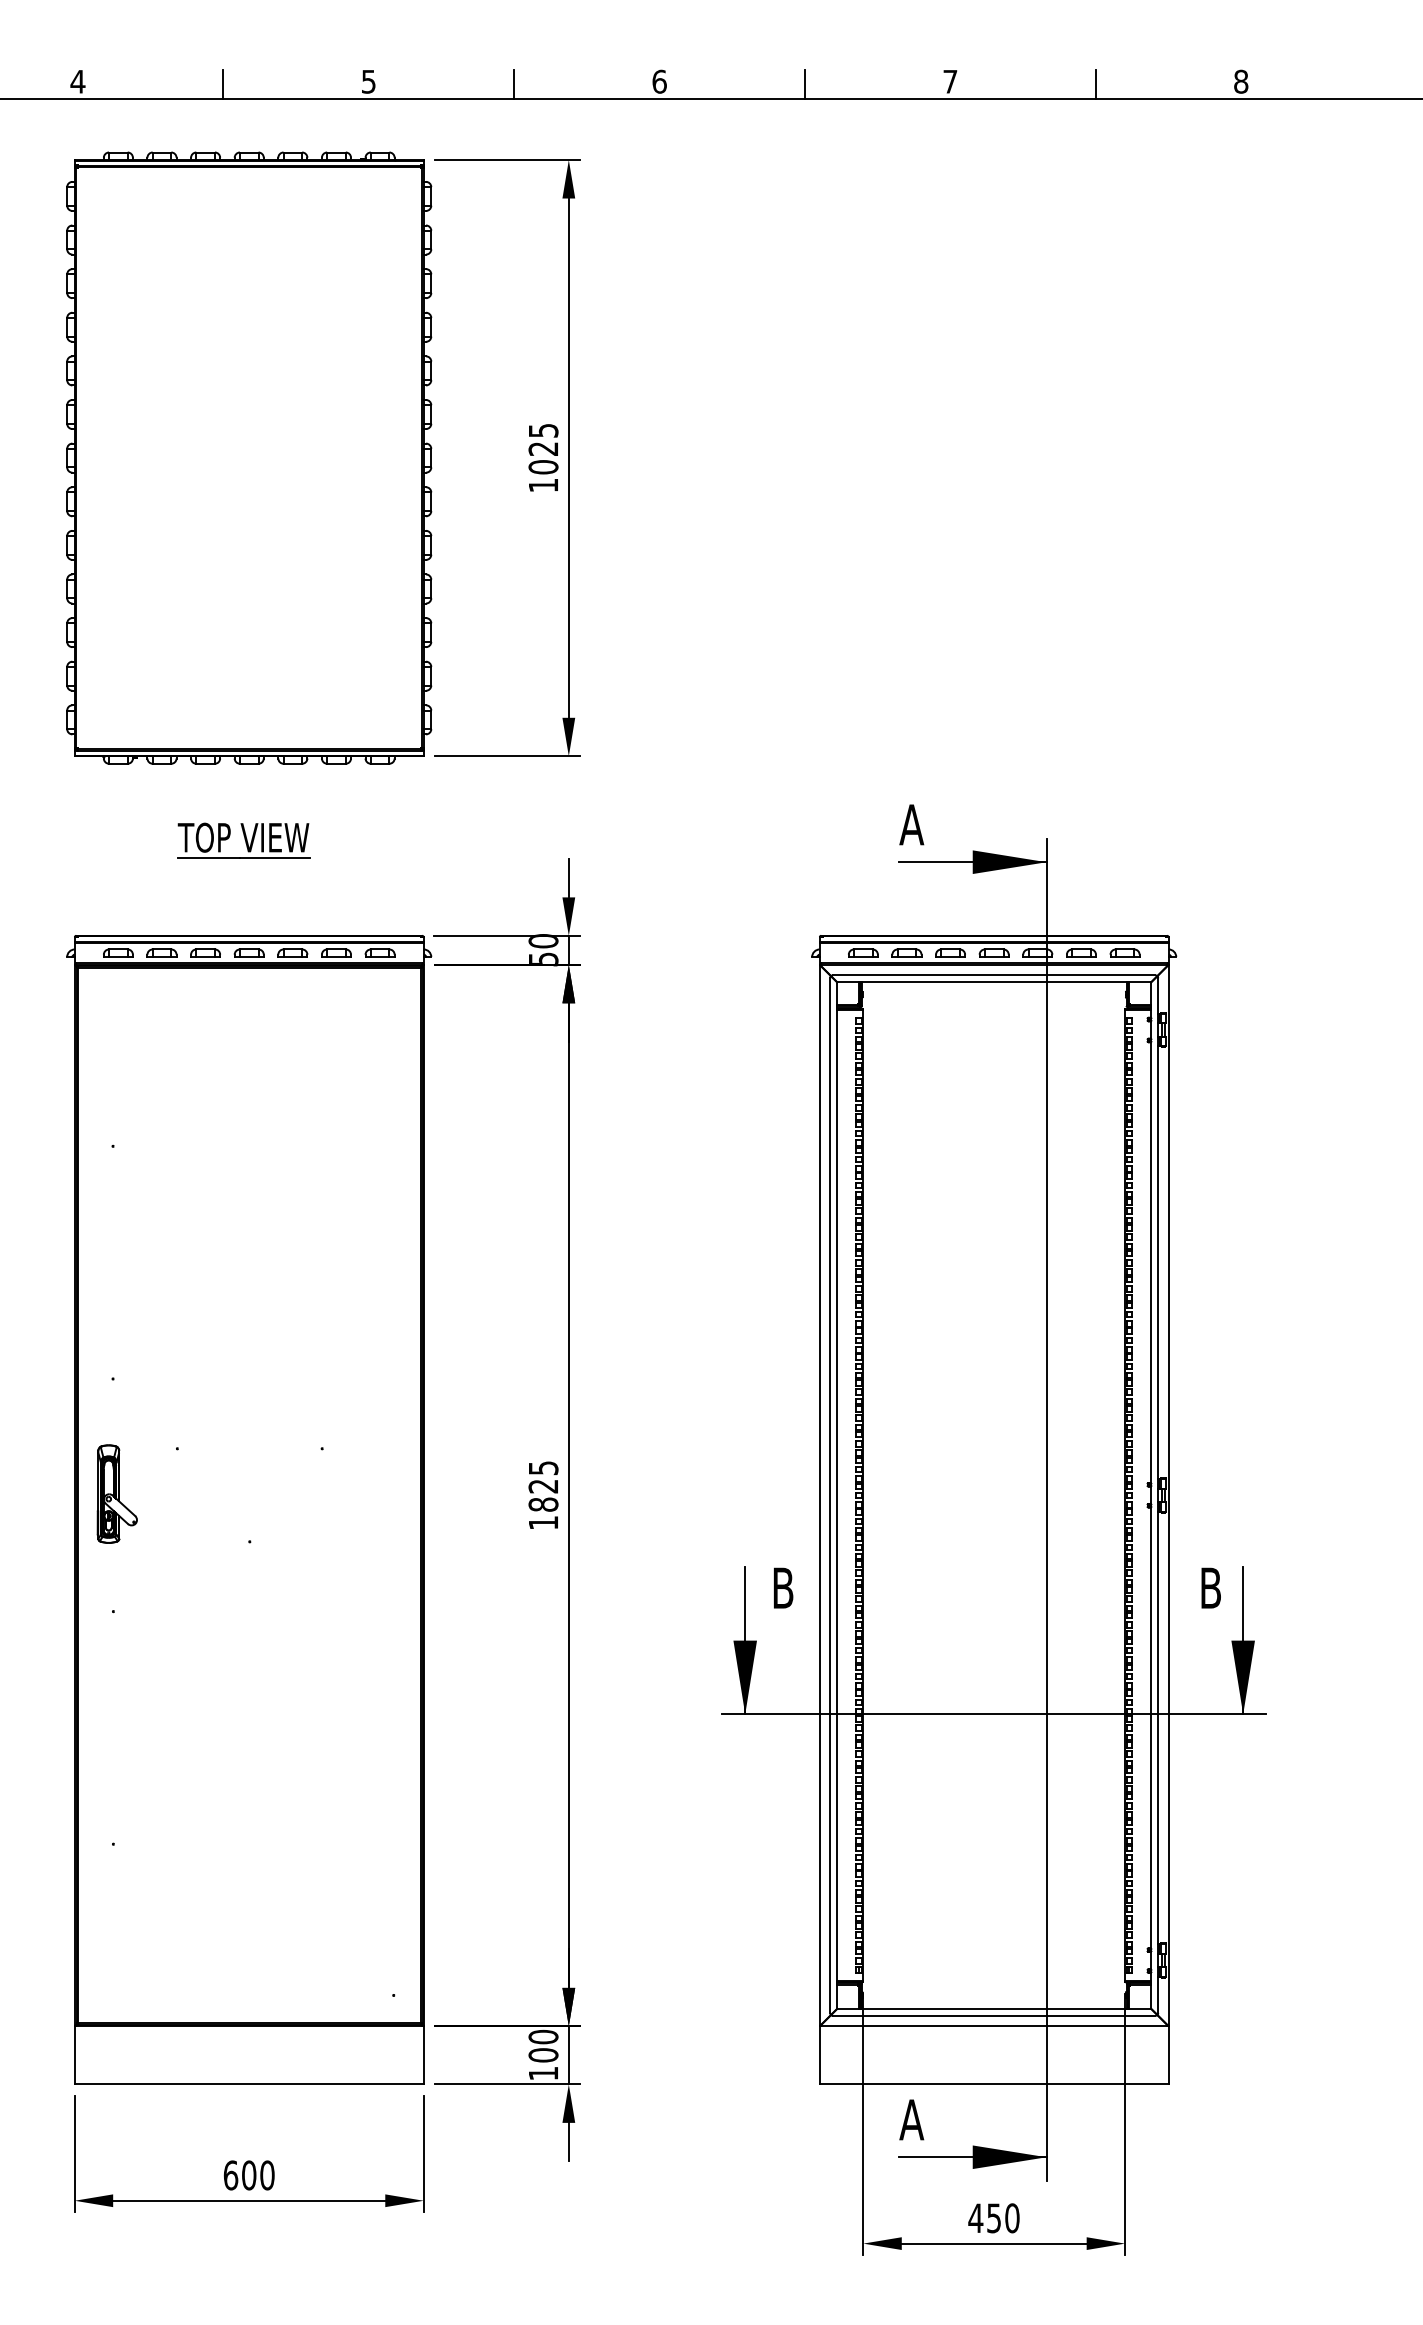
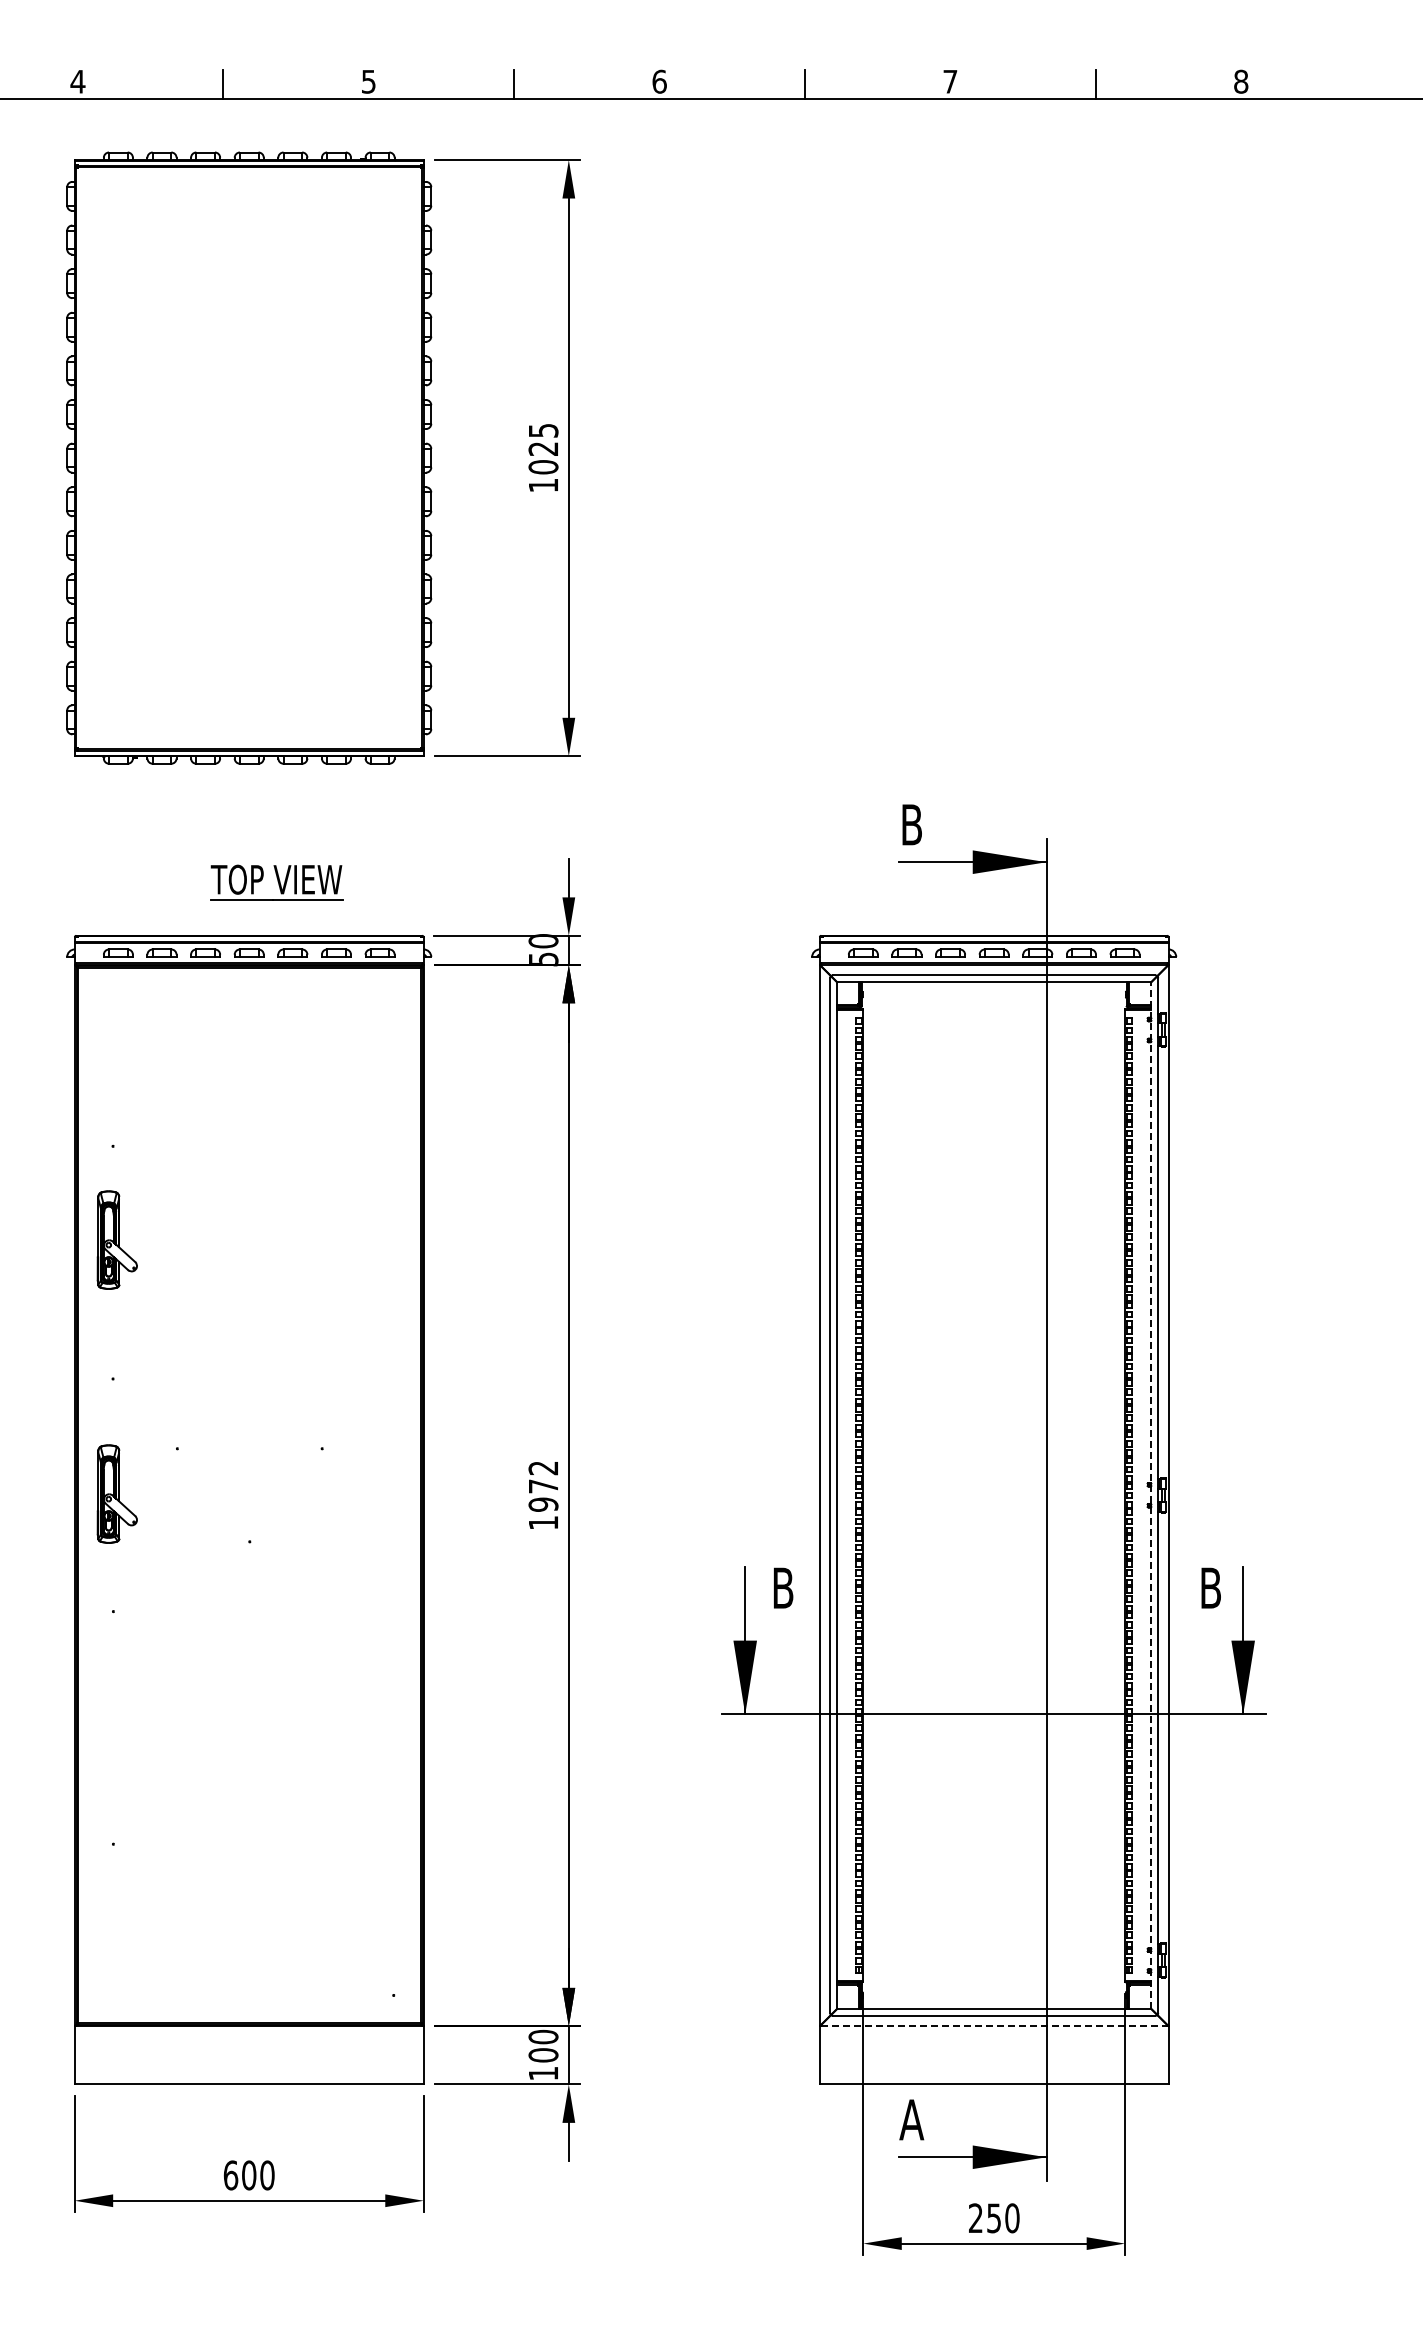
text at (911, 824): A -> B
part at (243, 840) position: (243, 840) -> (276, 882)
part at (116, 1239): none -> present
text at (543, 1486): 1825 -> 1972
line at (1151, 1495): solid -> dashed
line at (993, 2026): solid -> dashed
text at (975, 2217): 450 -> 250
